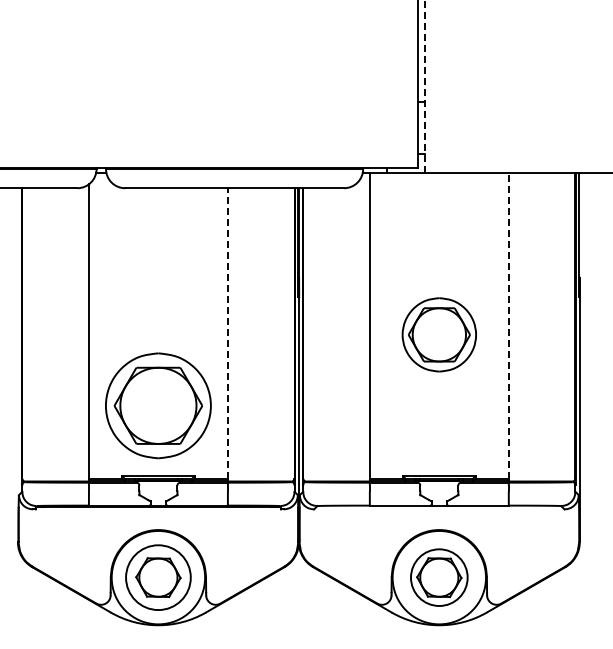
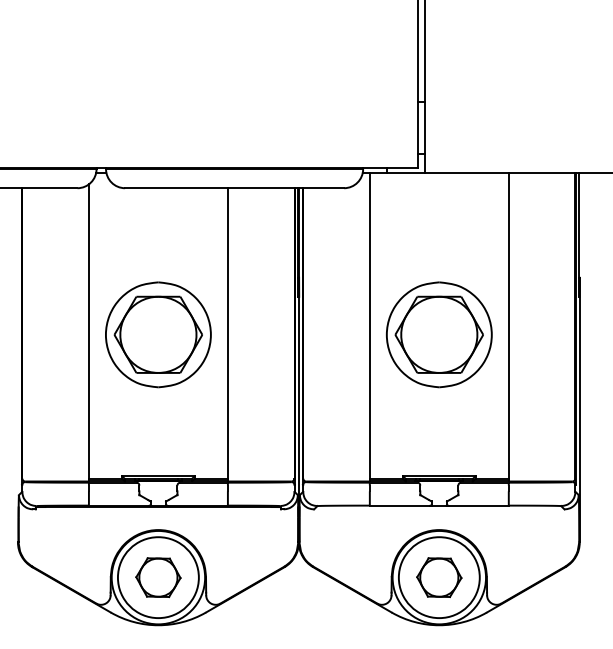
line at (425, 86): dashed -> solid
line at (508, 325): dashed -> solid
line at (227, 332): dashed -> solid
part at (438, 334) size: 76x76 px -> 107x108 px
part at (158, 405) position: (158, 405) -> (158, 334)
circle at (158, 577) diameter: 65 px -> 81 px
circle at (439, 577) diameter: 57 px -> 81 px
